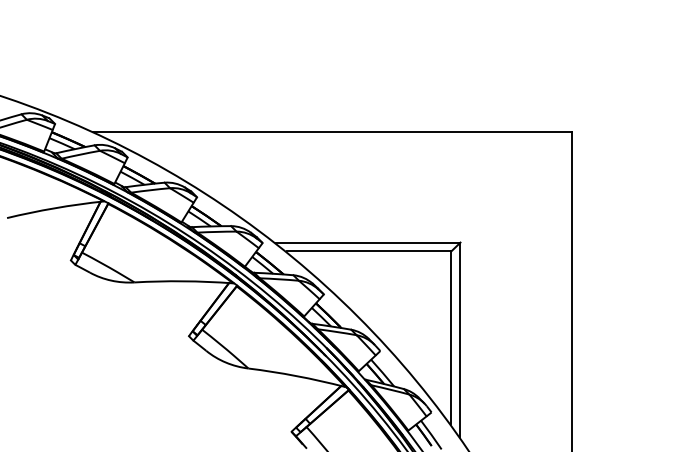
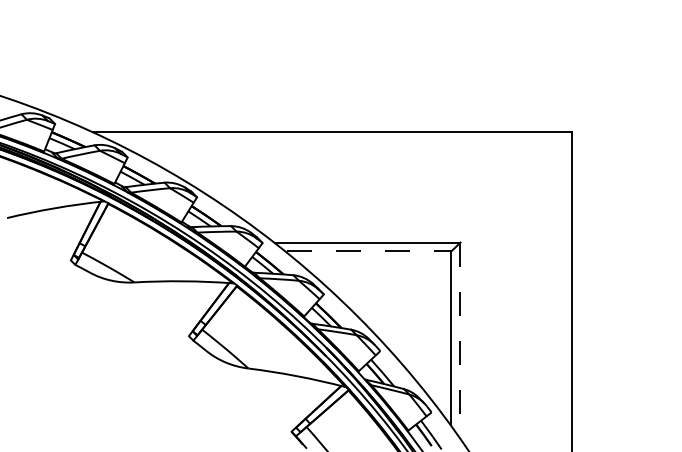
line at (369, 251): solid -> dashed
line at (460, 339): solid -> dashed
